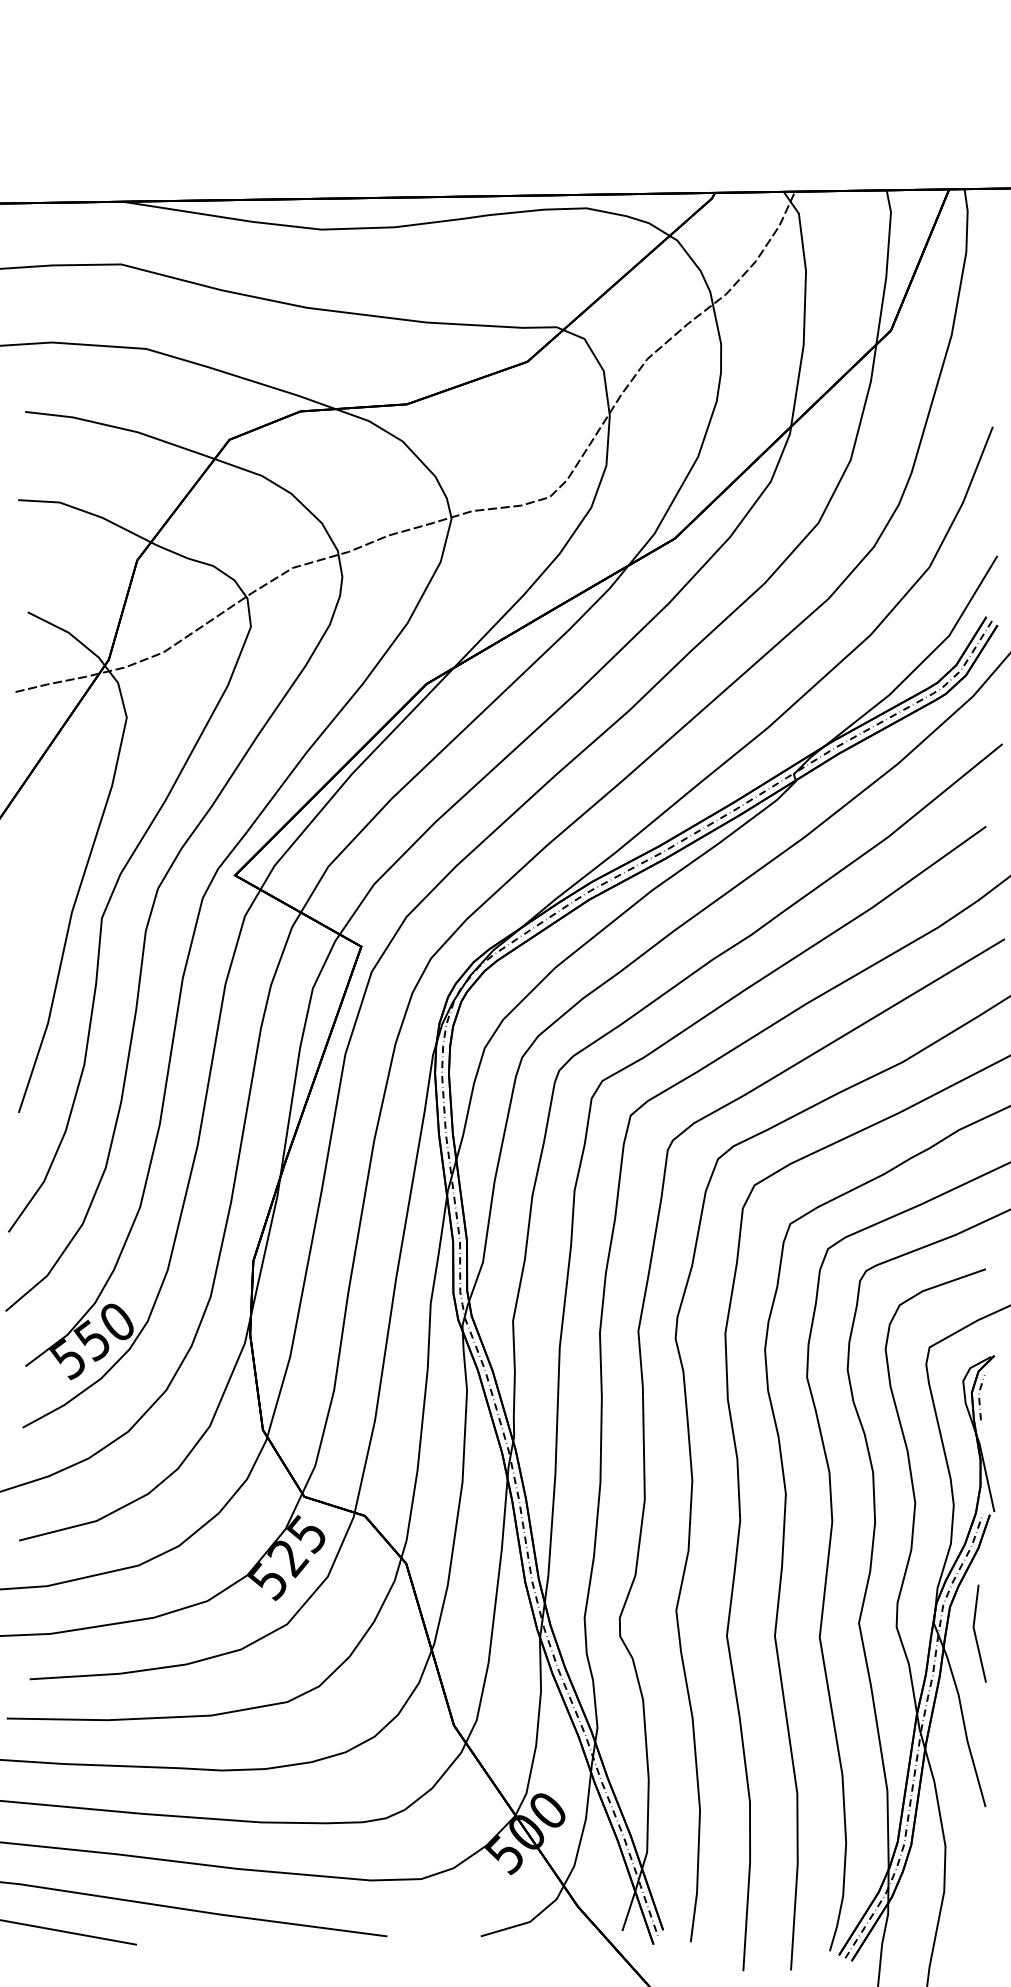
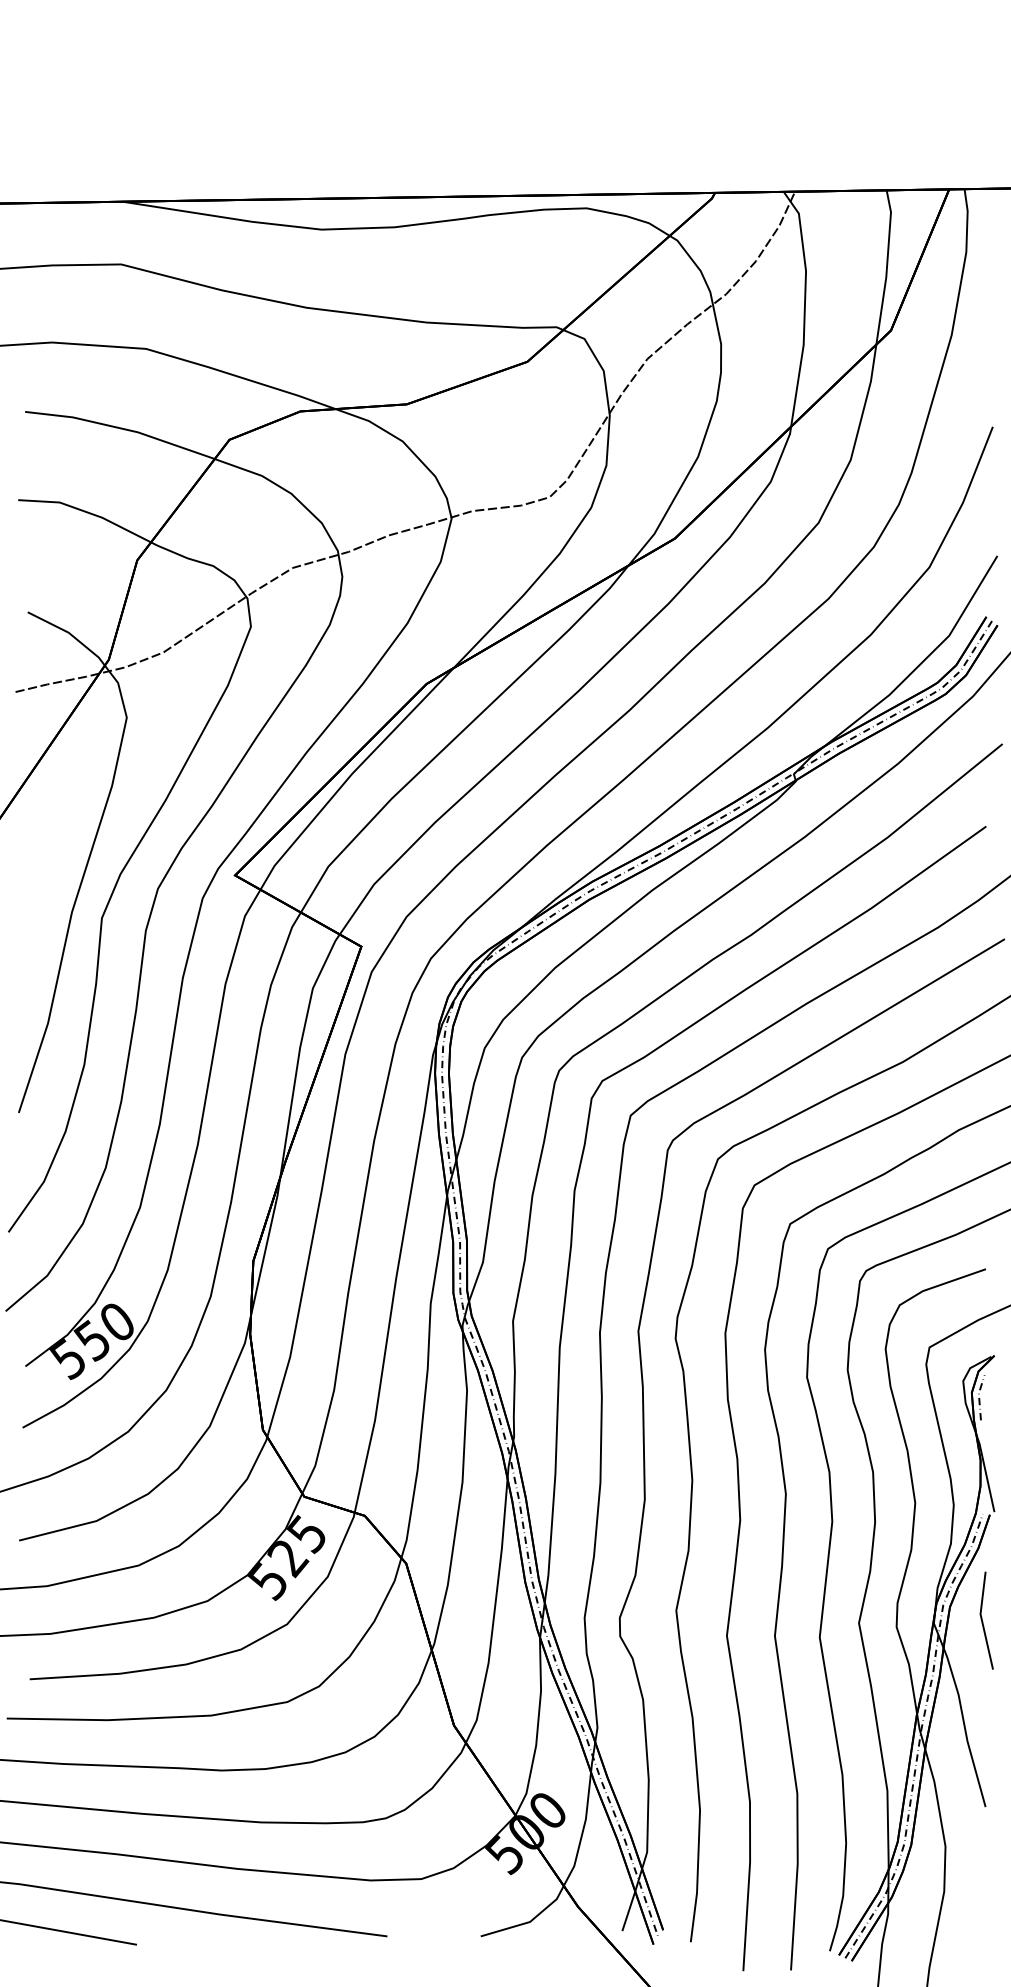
line at (976, 1634) position: (976, 1634) -> (983, 1621)
